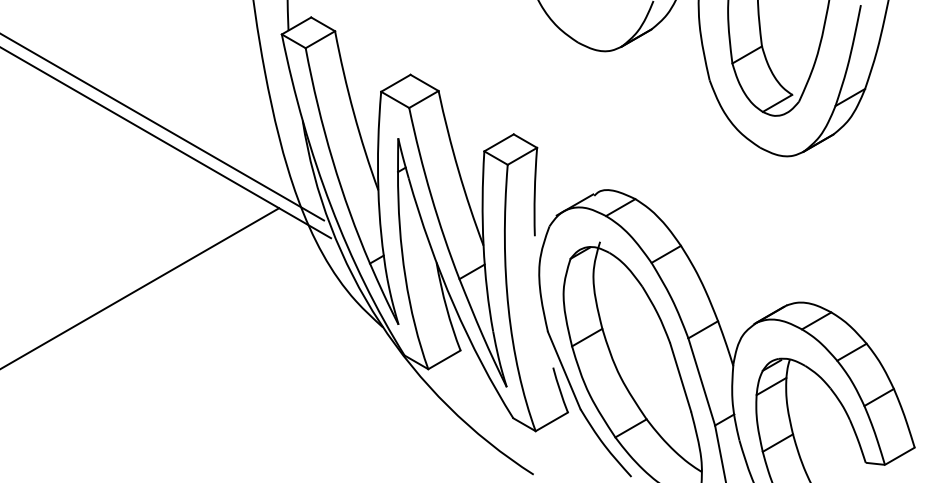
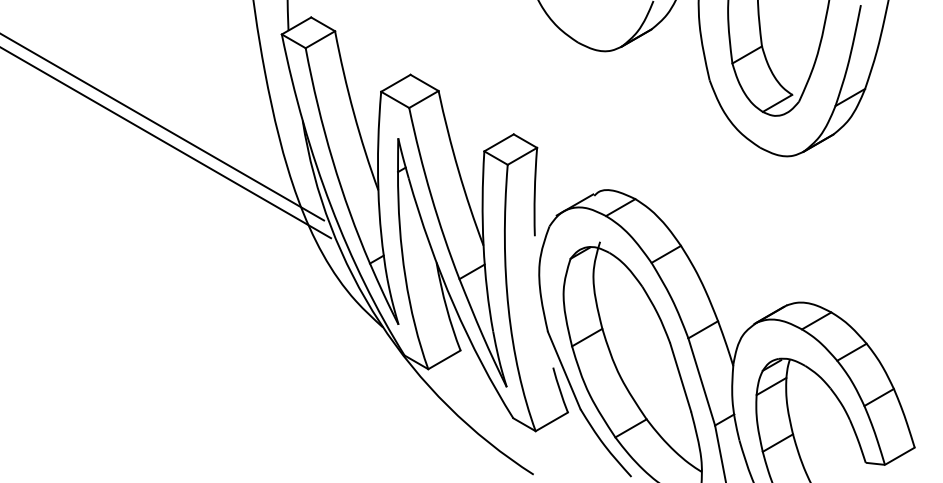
line at (140, 288): present -> none
